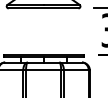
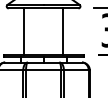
line at (23, 31): none -> present
line at (63, 31): none -> present
